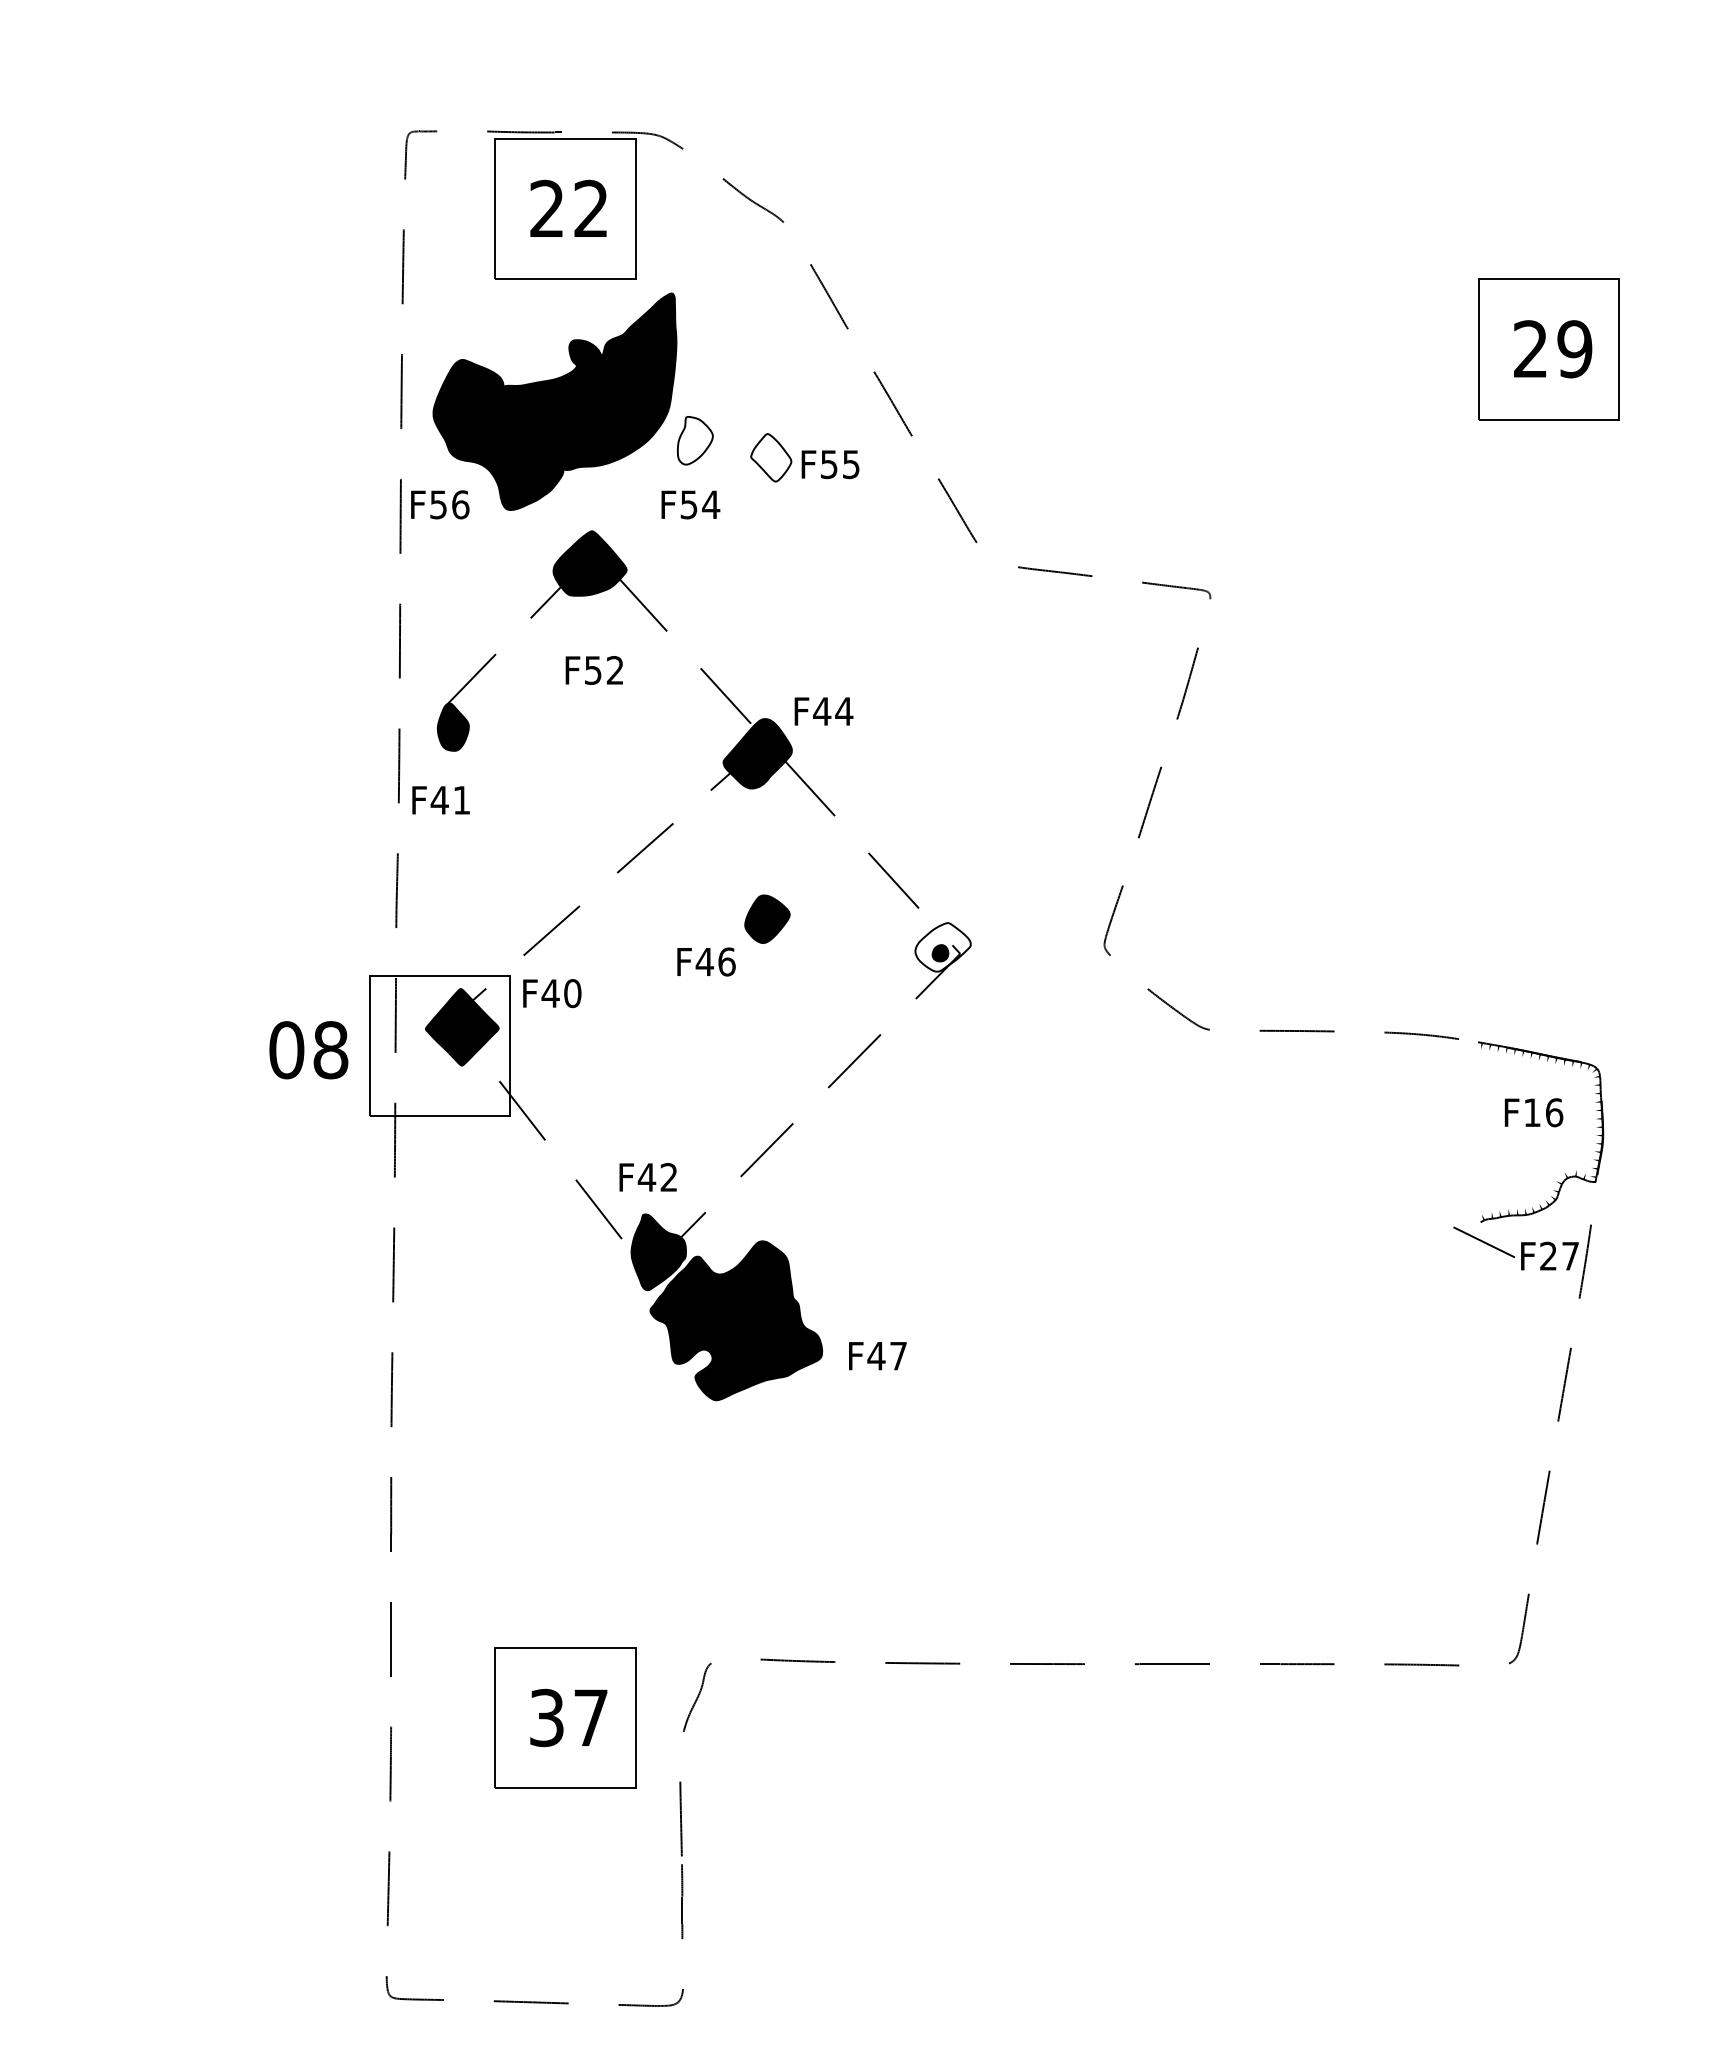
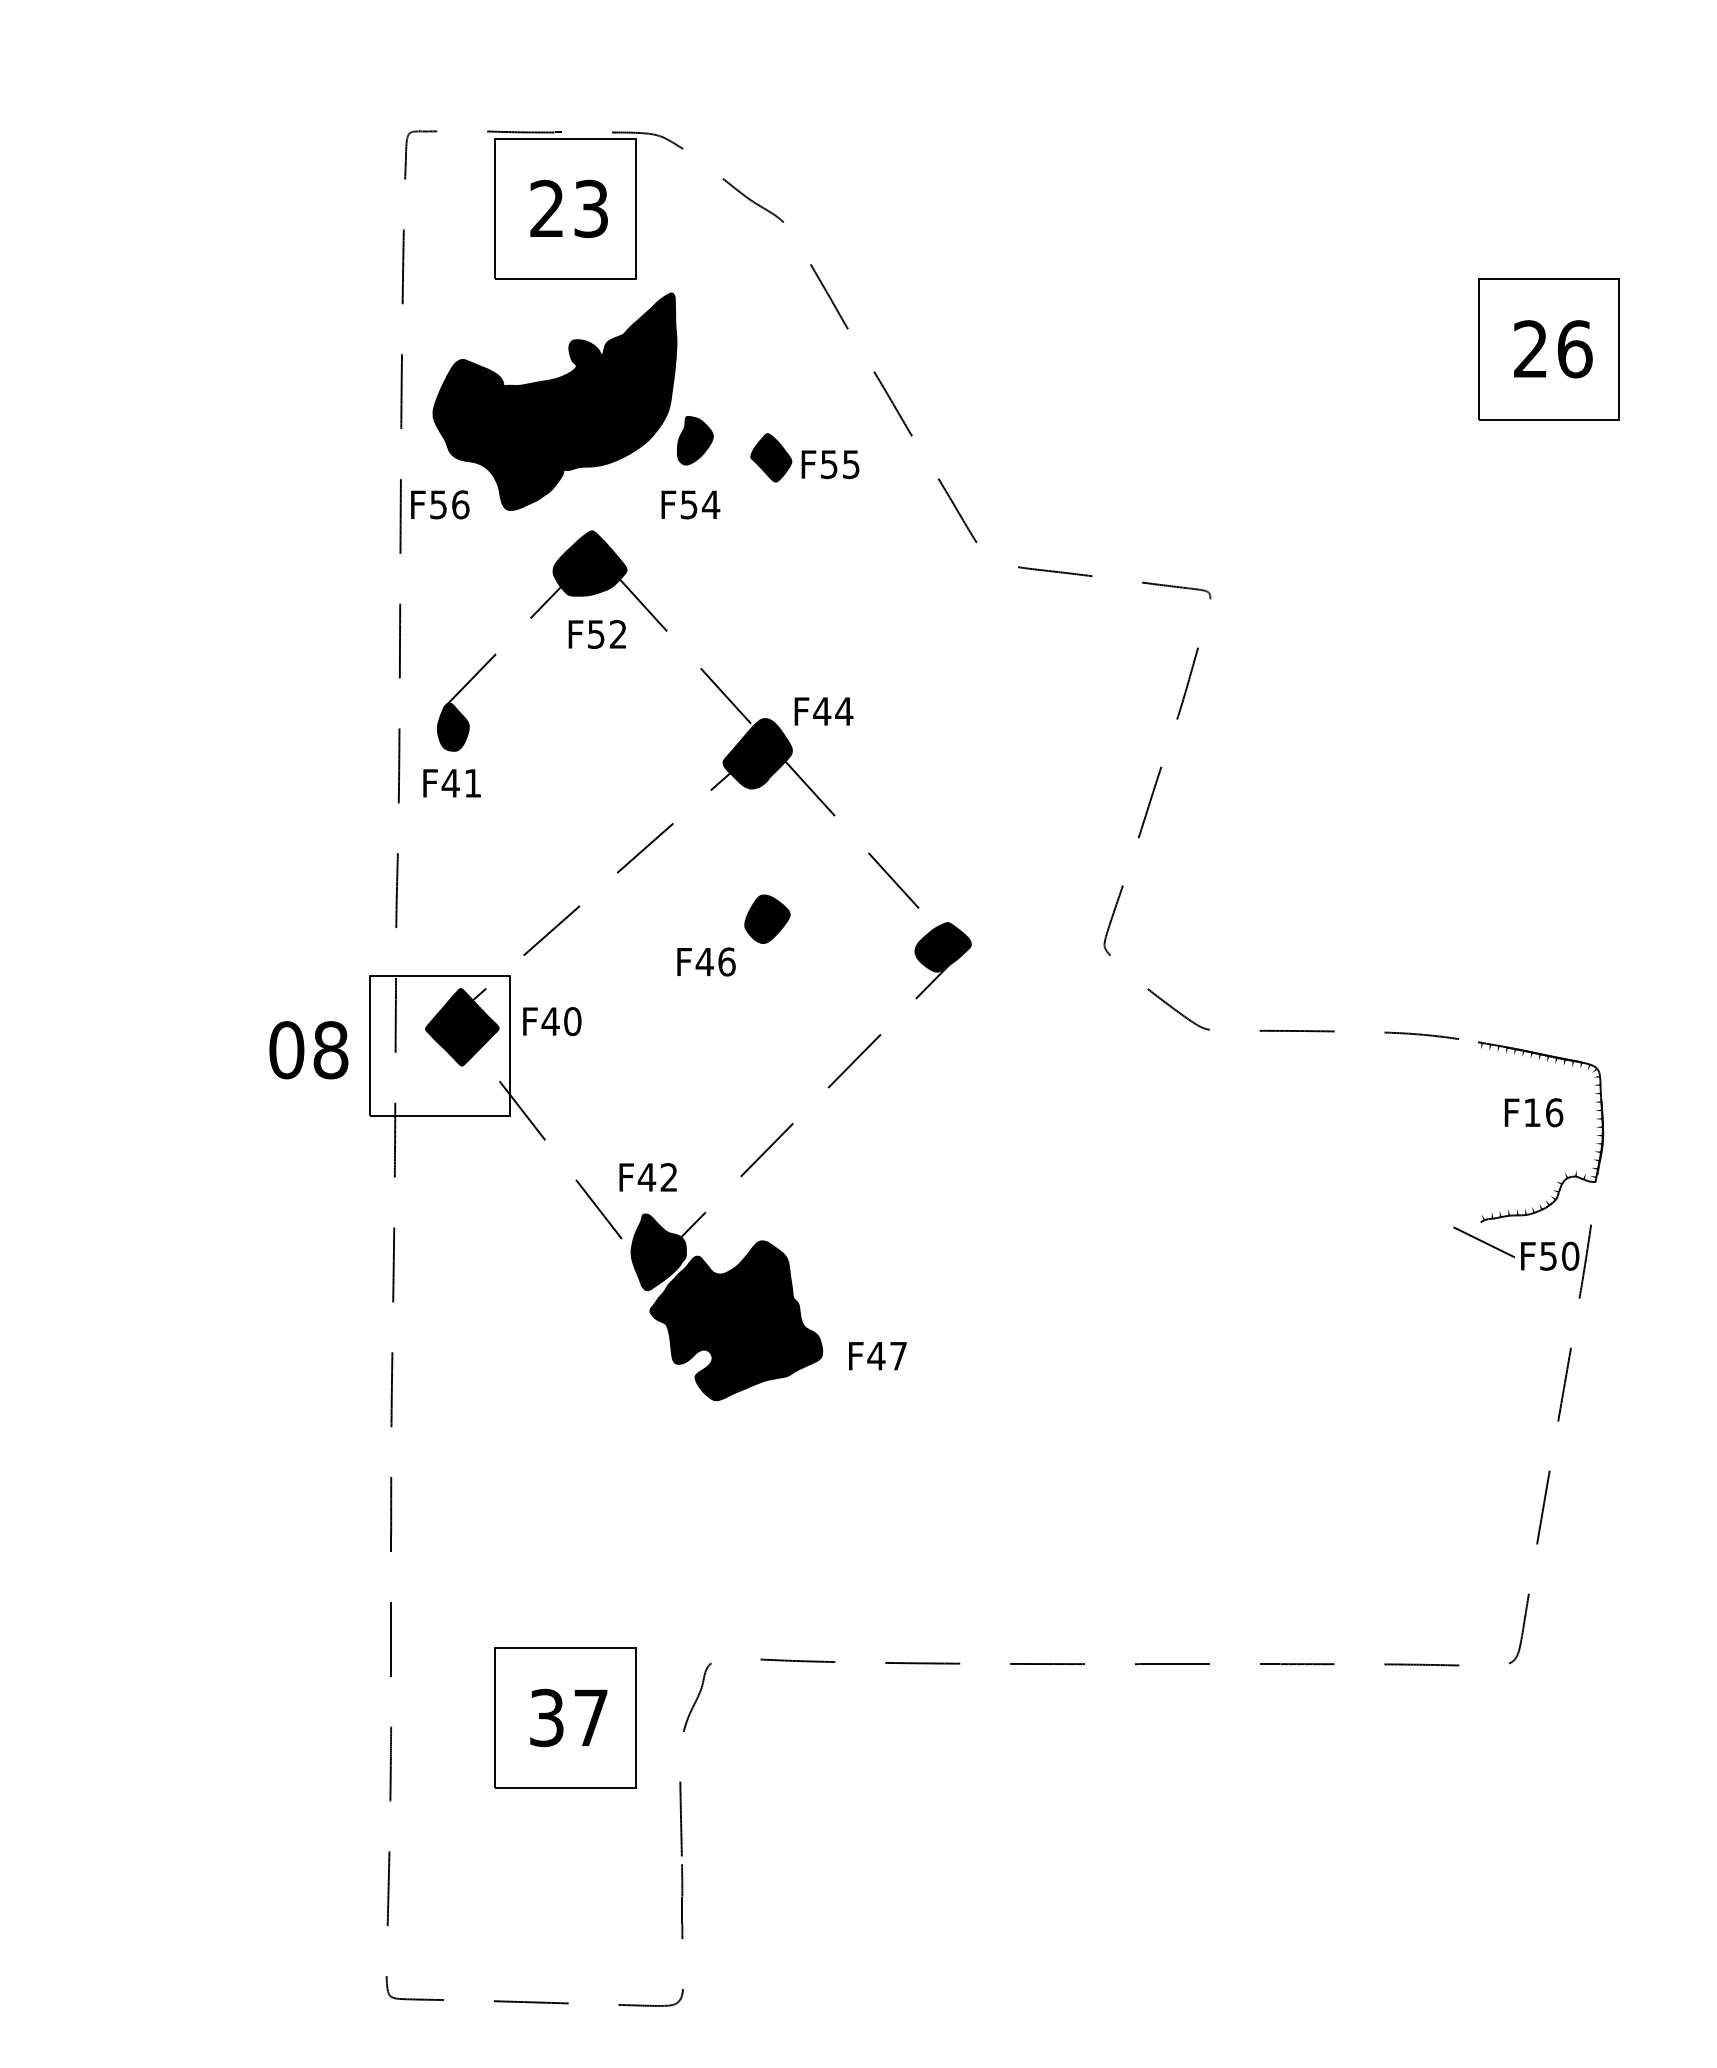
text at (590, 209): 22 -> 23
text at (1574, 349): 29 -> 26
fill at (694, 440): none -> present
fill at (771, 457): none -> present
text at (593, 670) position: (593, 670) -> (596, 634)
text at (440, 800) position: (440, 800) -> (451, 783)
fill at (942, 947): none -> present
text at (552, 993) position: (552, 993) -> (552, 1021)
text at (1559, 1255): F27 -> F50
